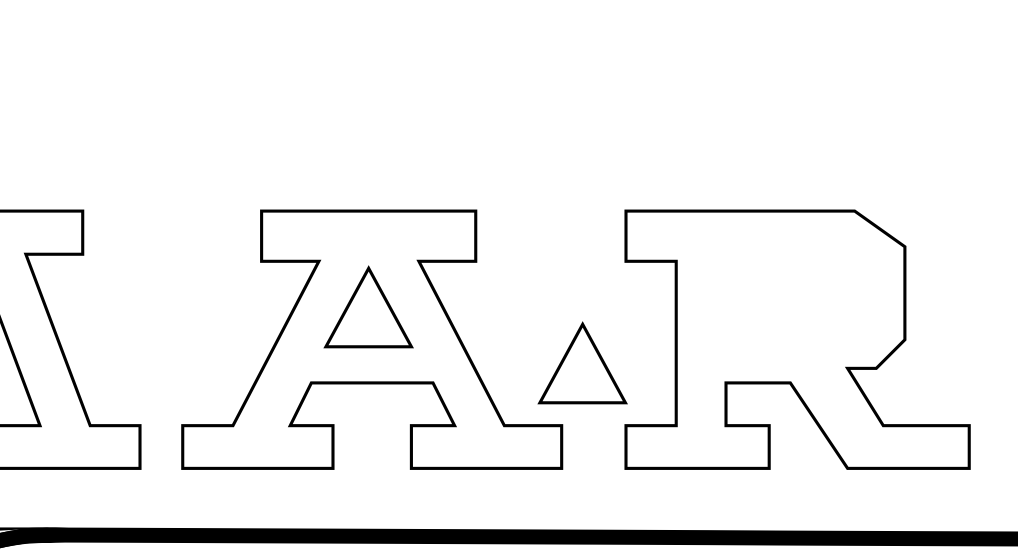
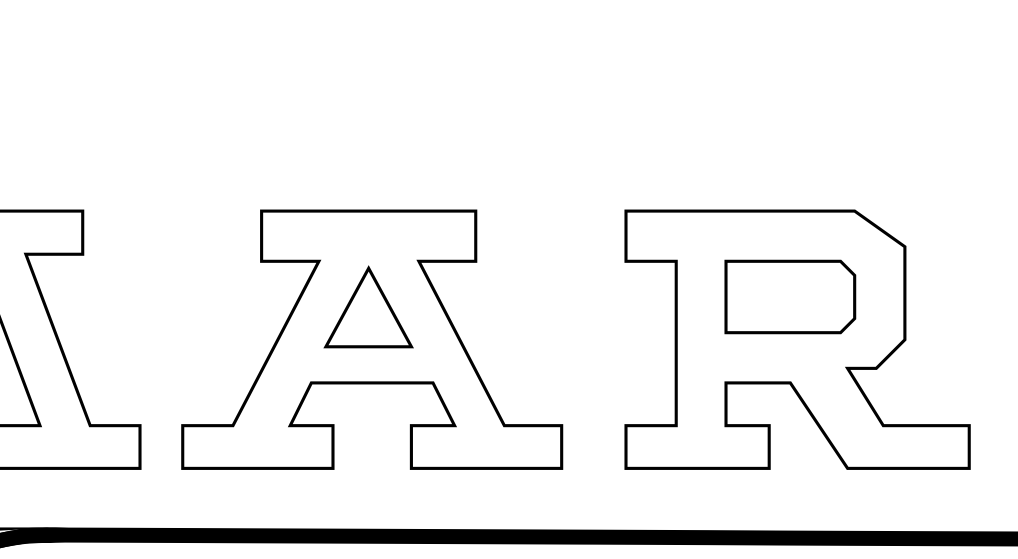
part at (790, 296): none -> present
part at (582, 362): present -> none
